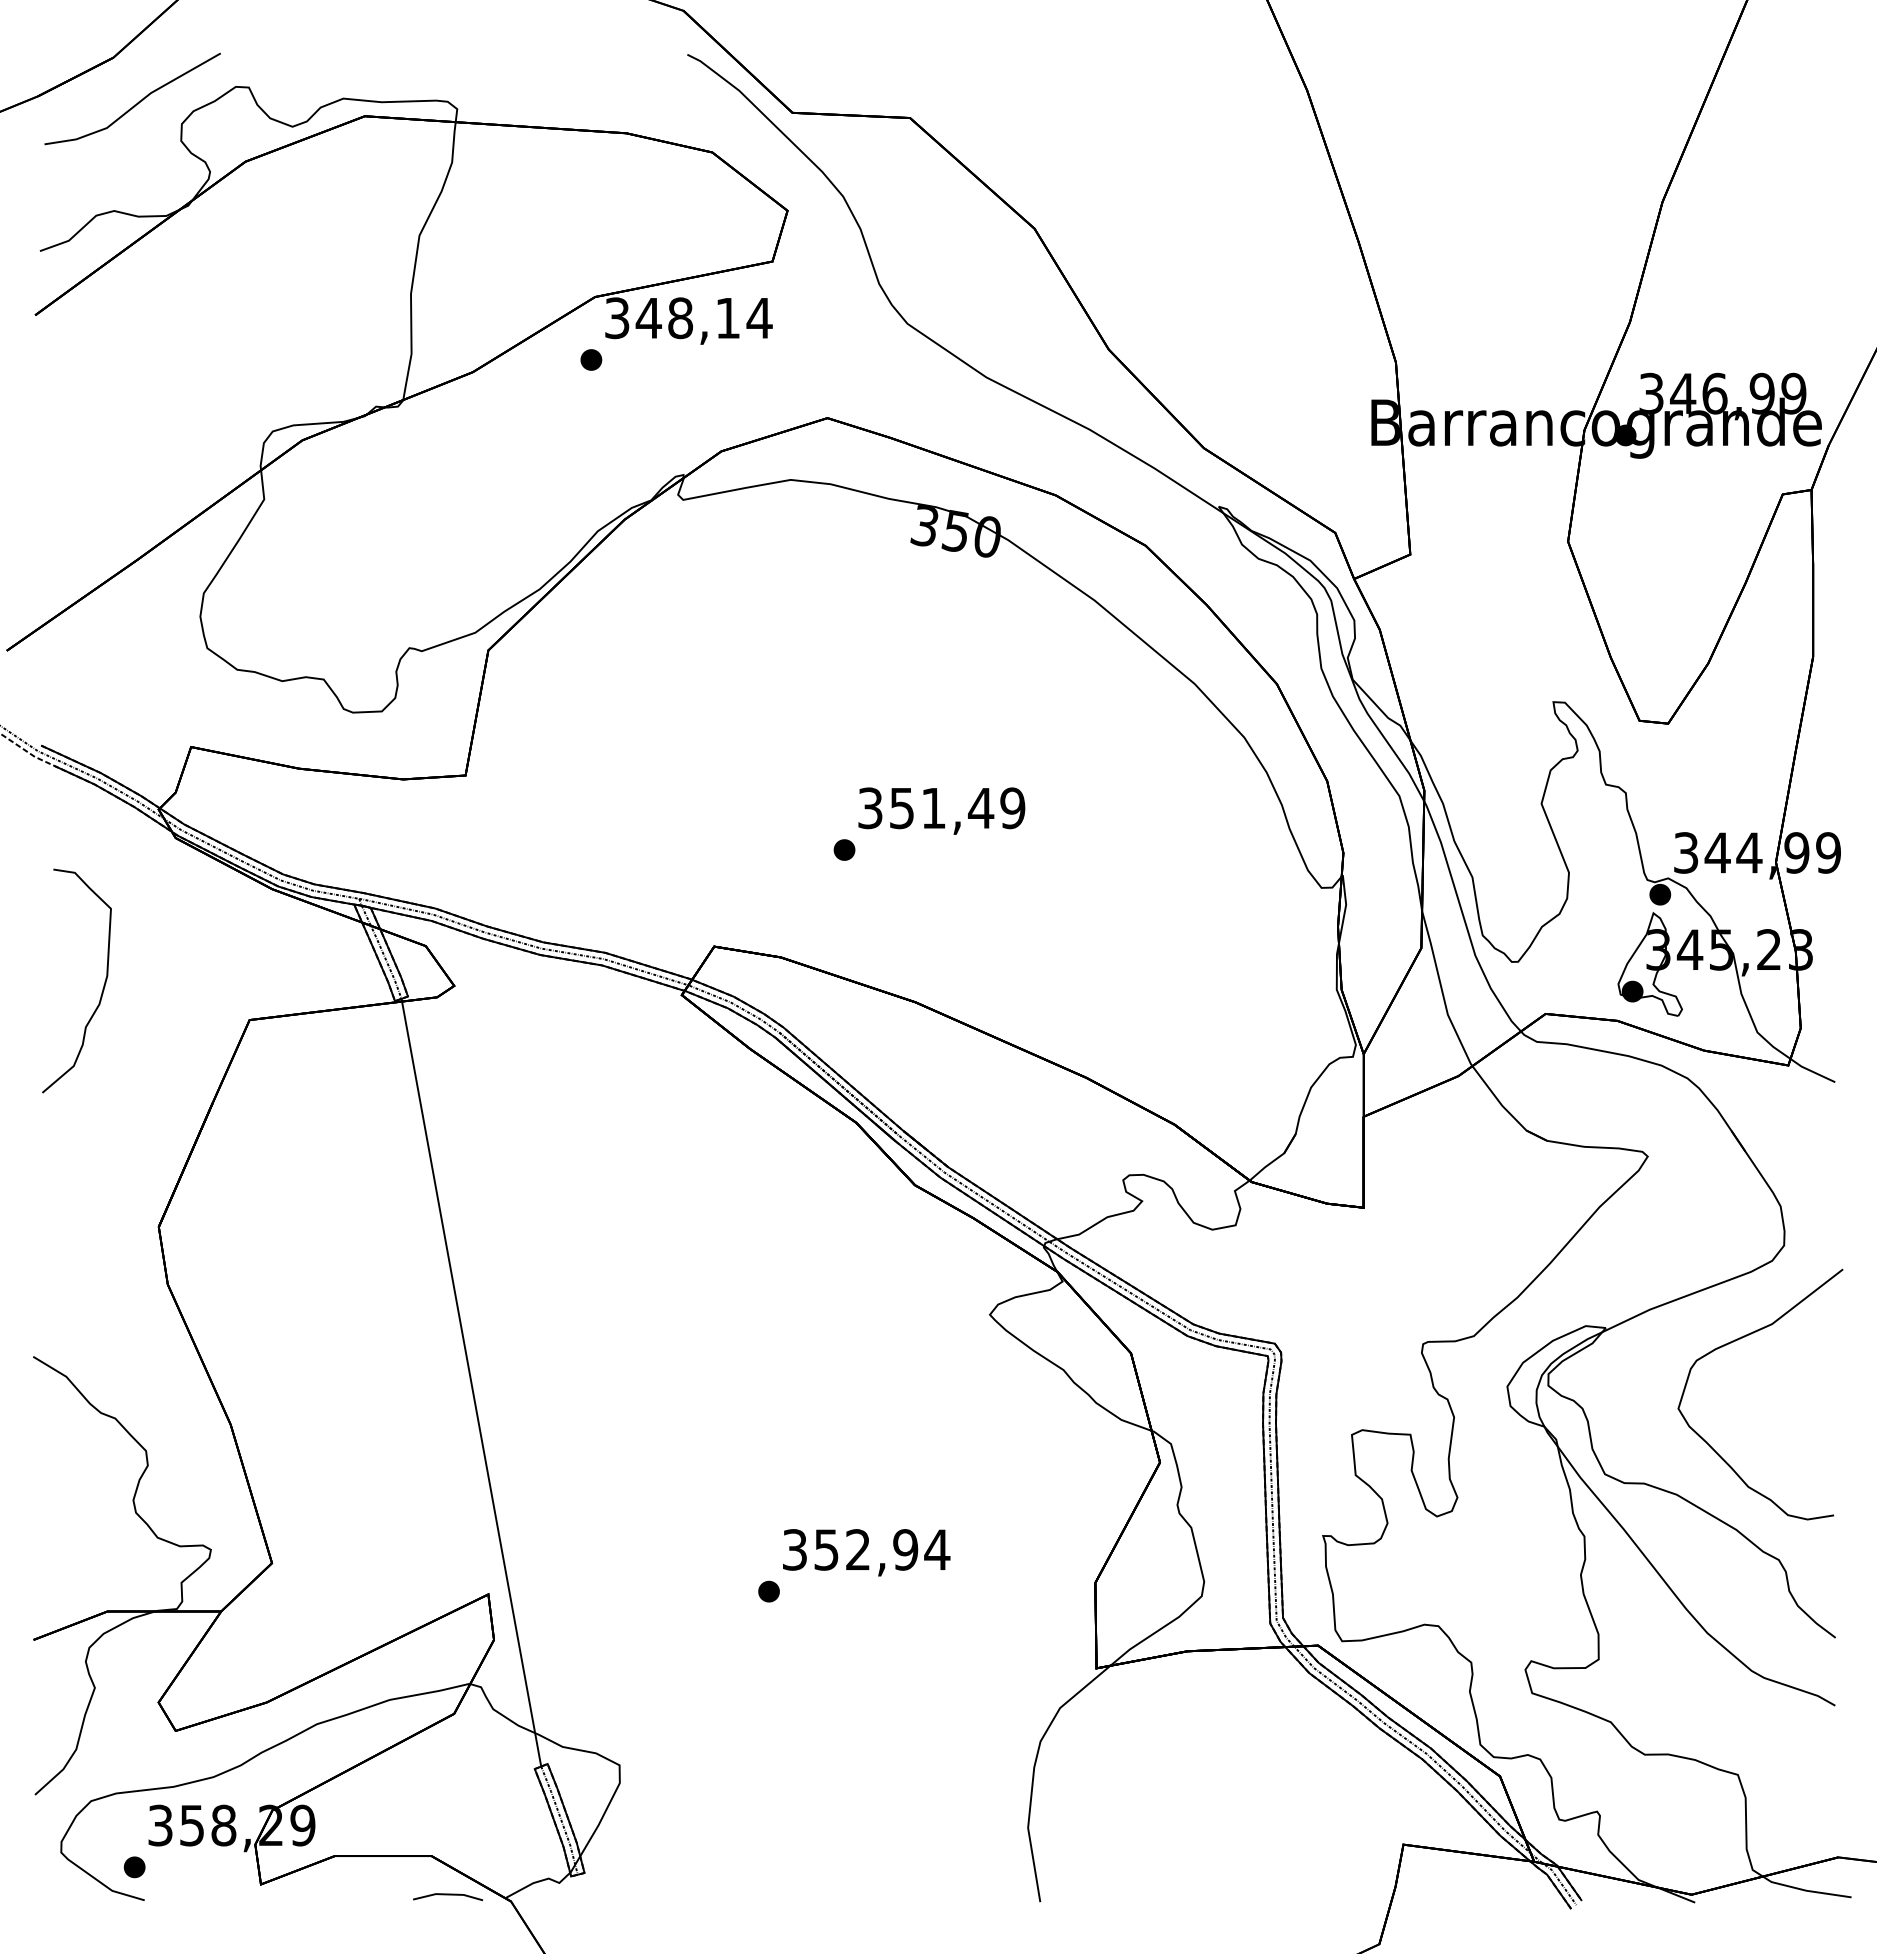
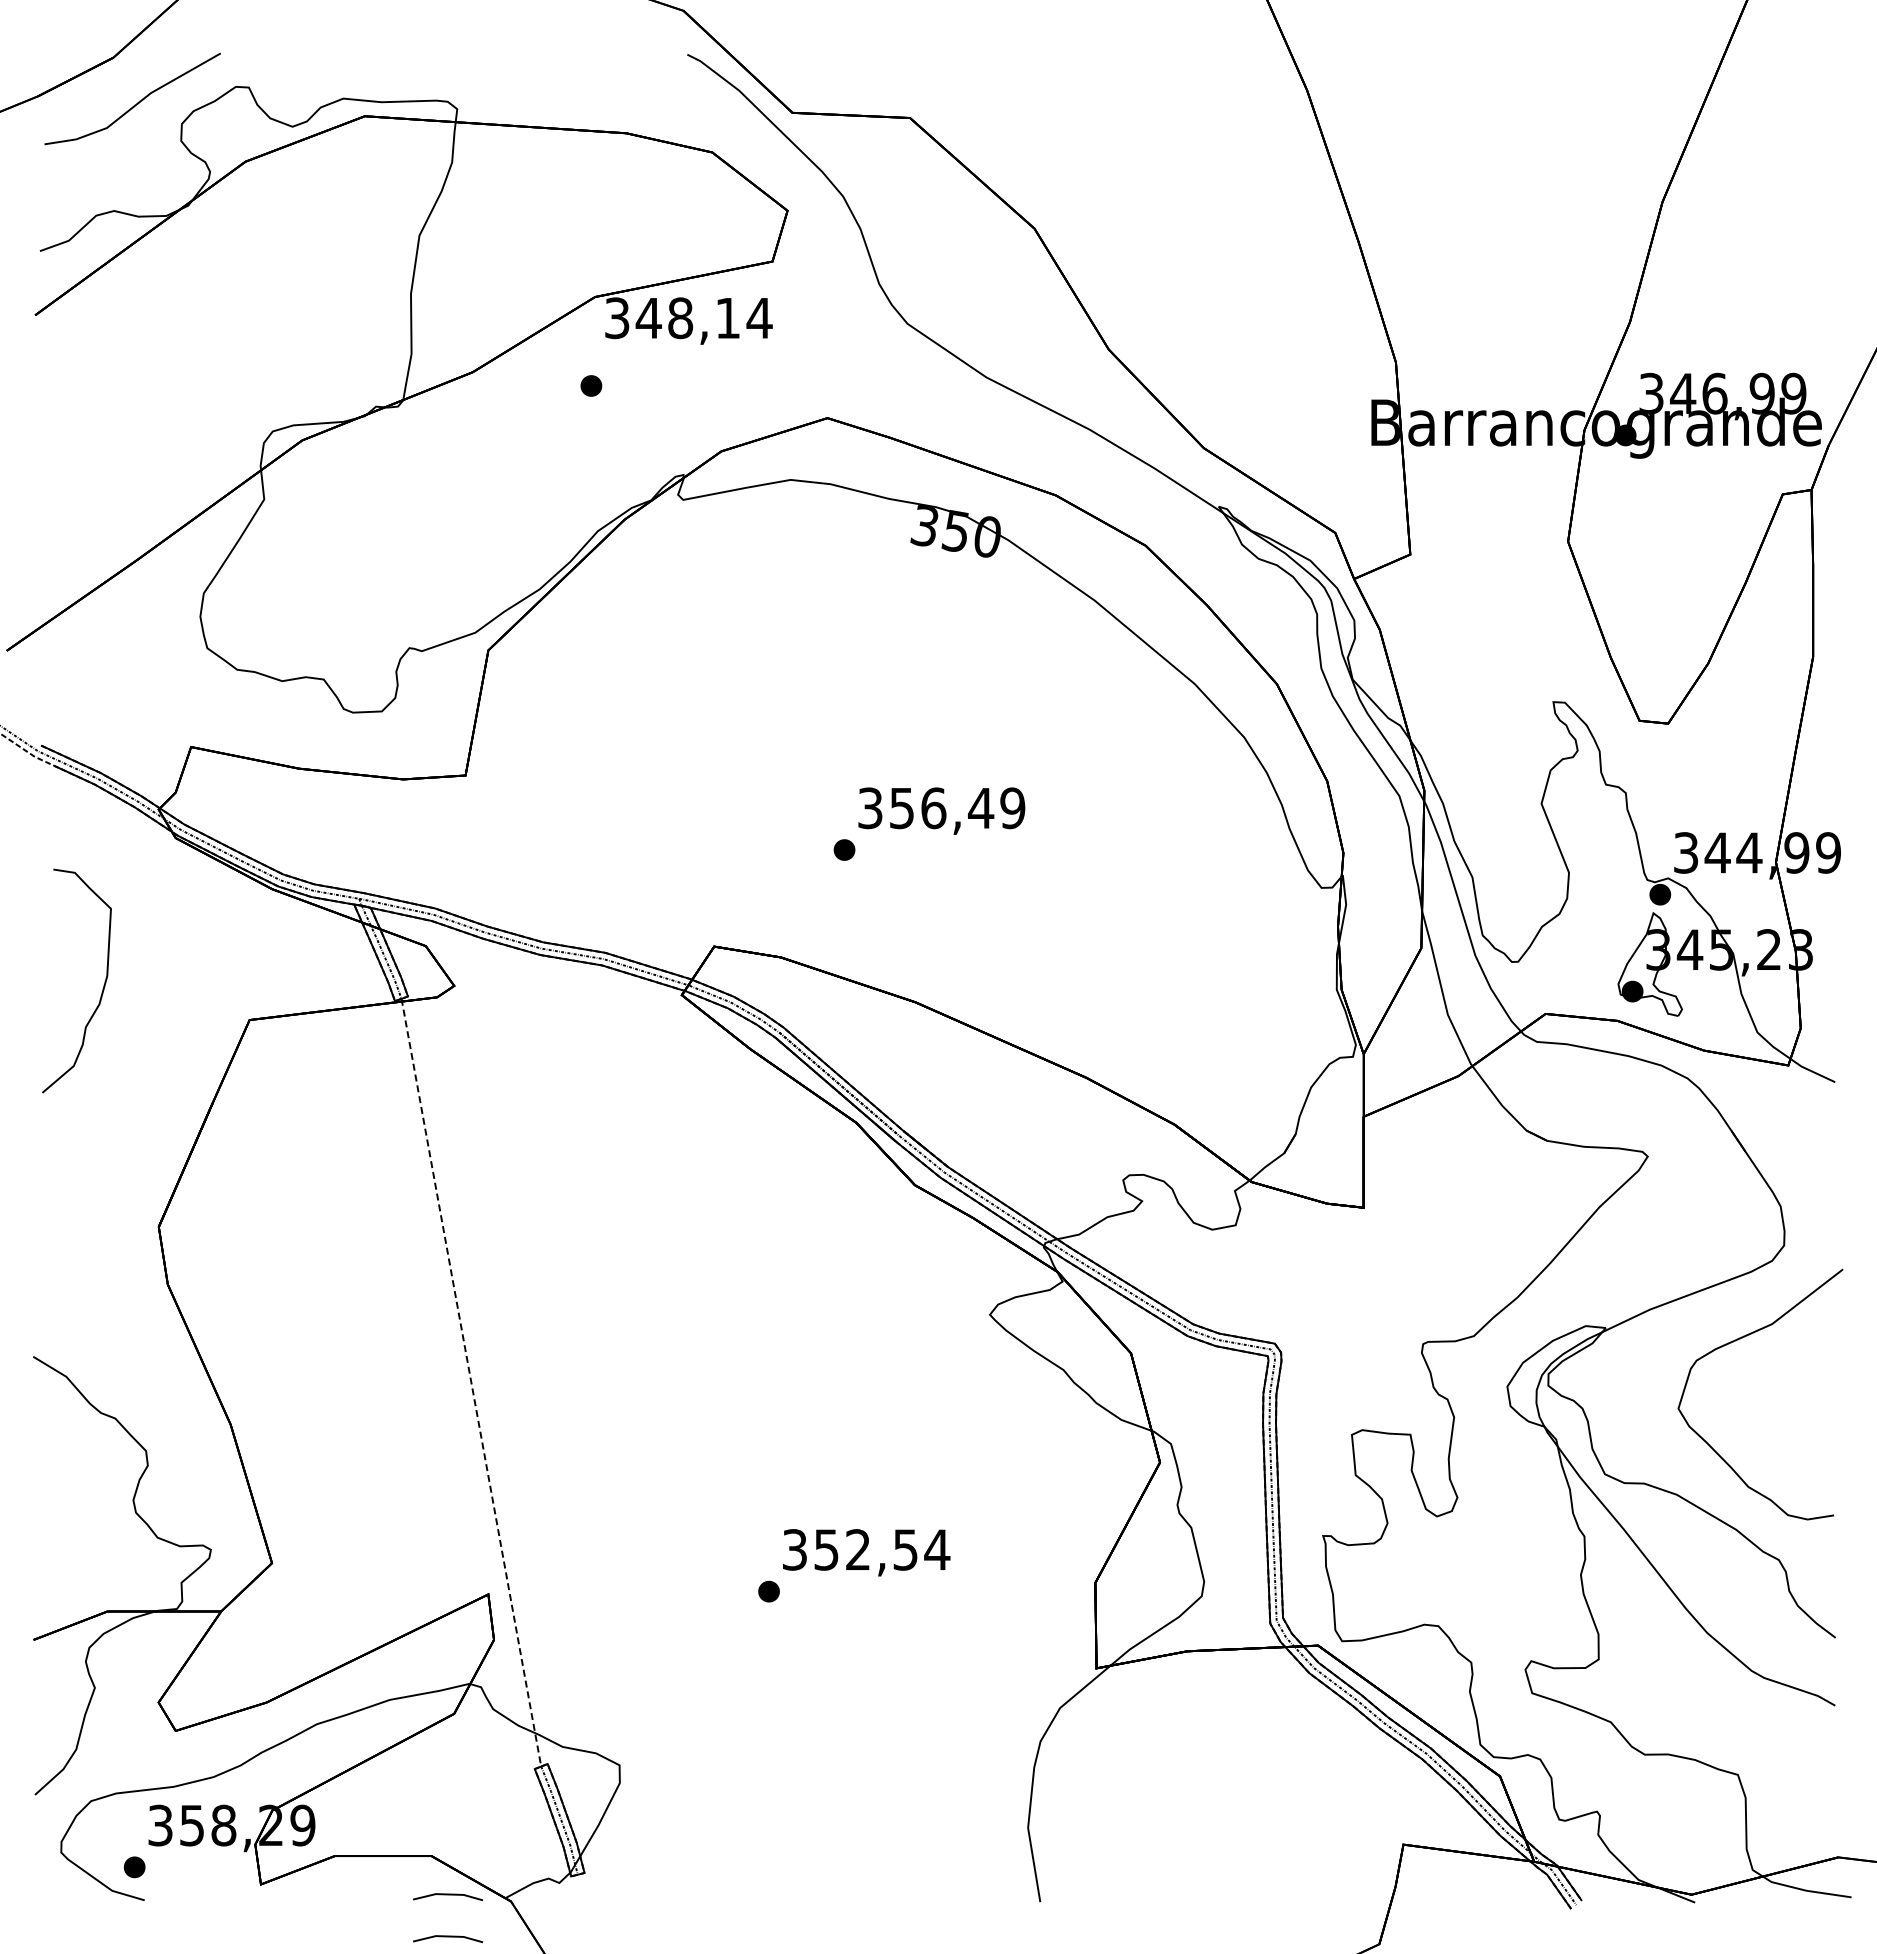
part at (591, 359) position: (591, 359) -> (591, 385)
text at (933, 808): 351,49 -> 356,49
line at (471, 1383): solid -> dashed
text at (905, 1549): 352,94 -> 352,54
line at (448, 1937): none -> present
